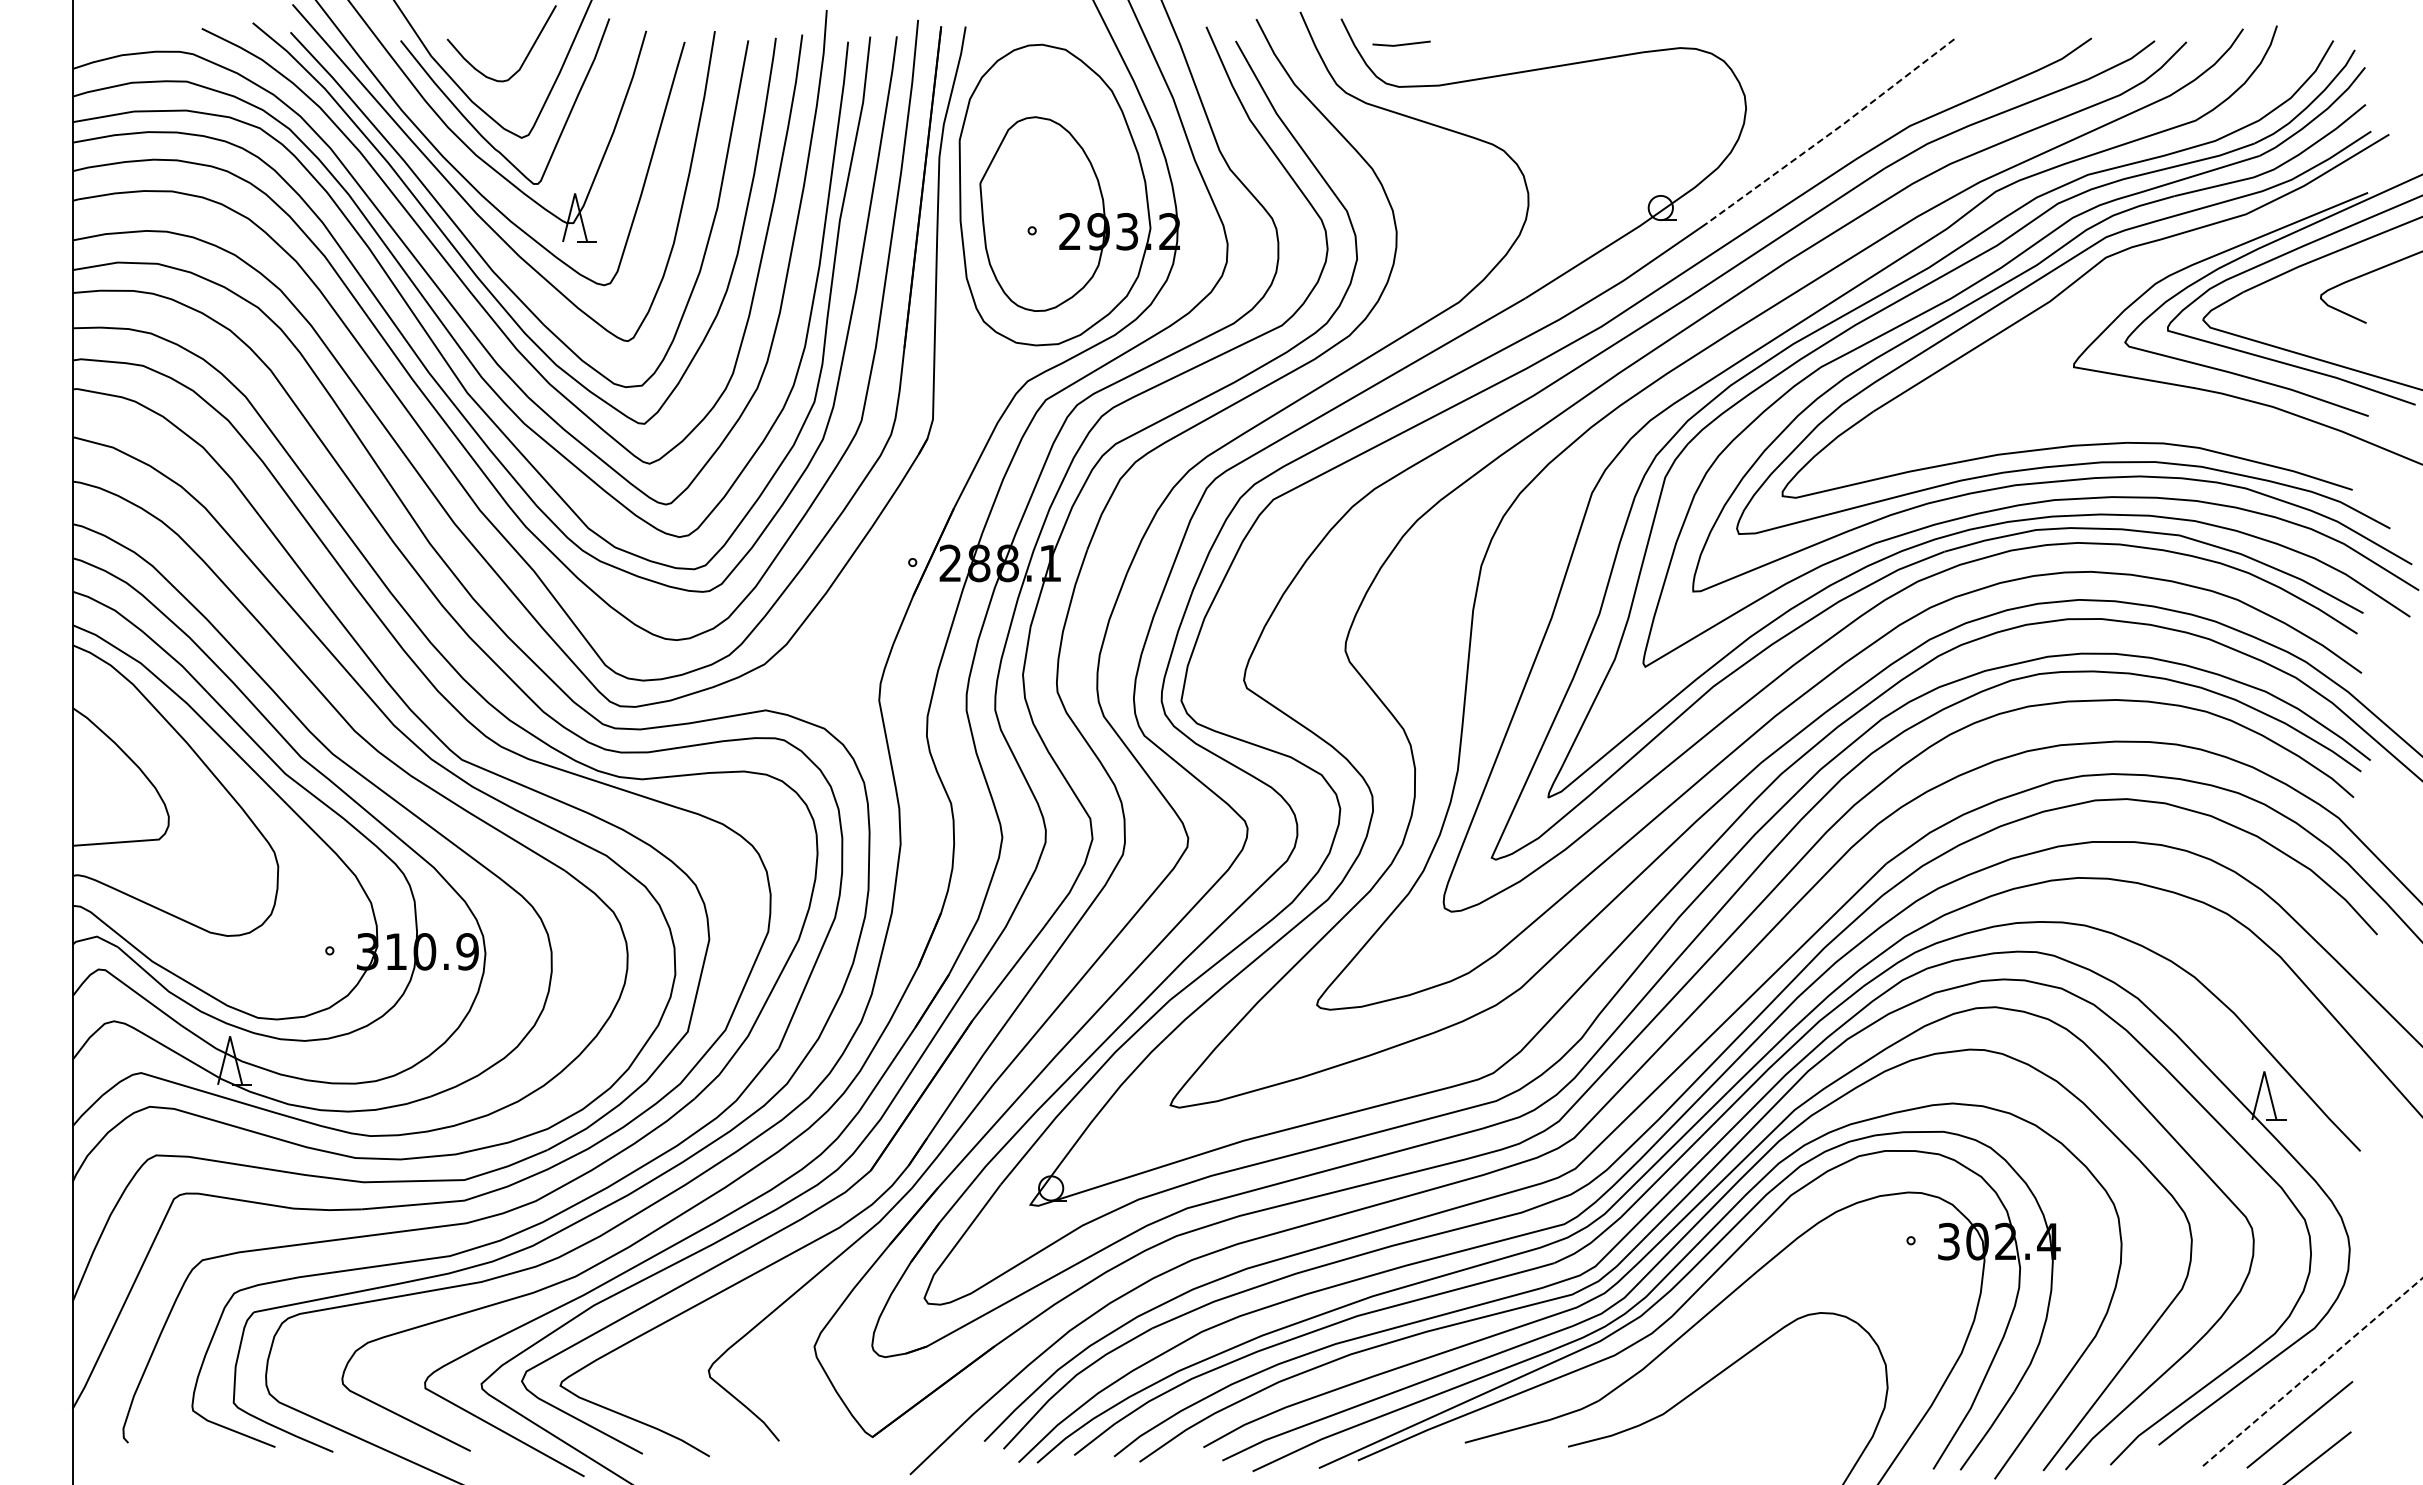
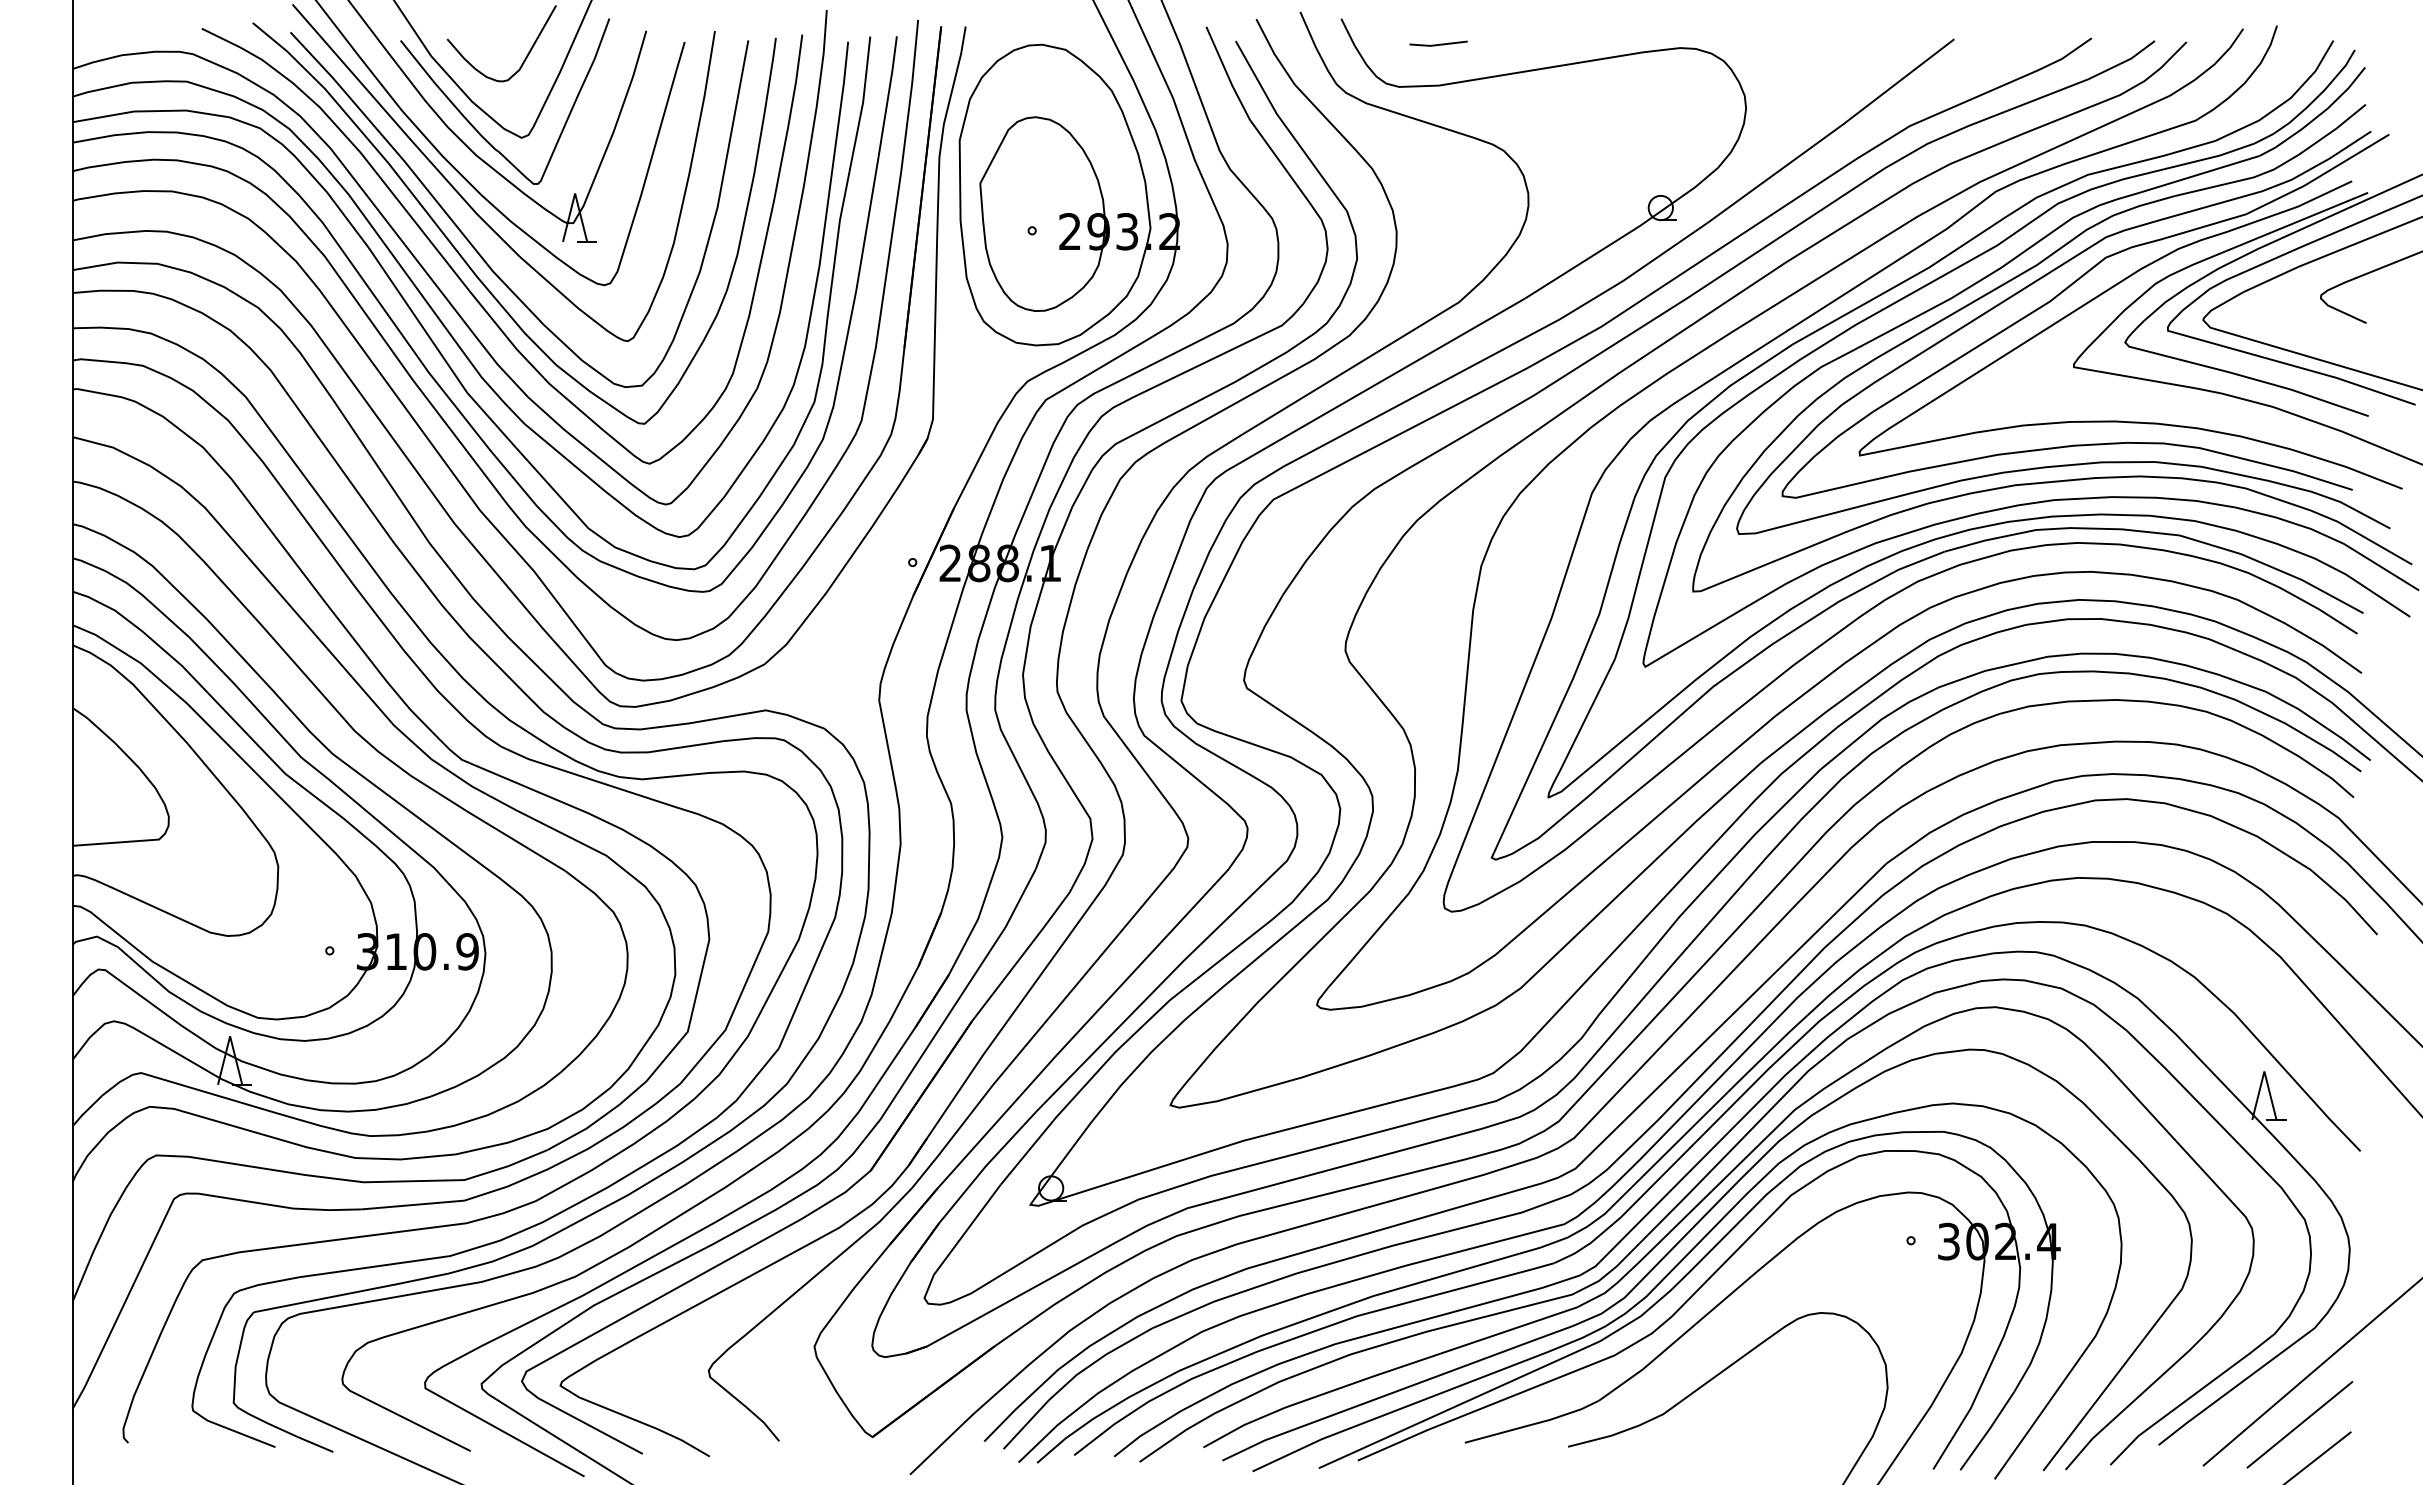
line at (1402, 43) position: (1402, 43) -> (1439, 43)
line at (1832, 132): dashed -> solid
curve at (2106, 292): none -> present
line at (2312, 1372): dashed -> solid
